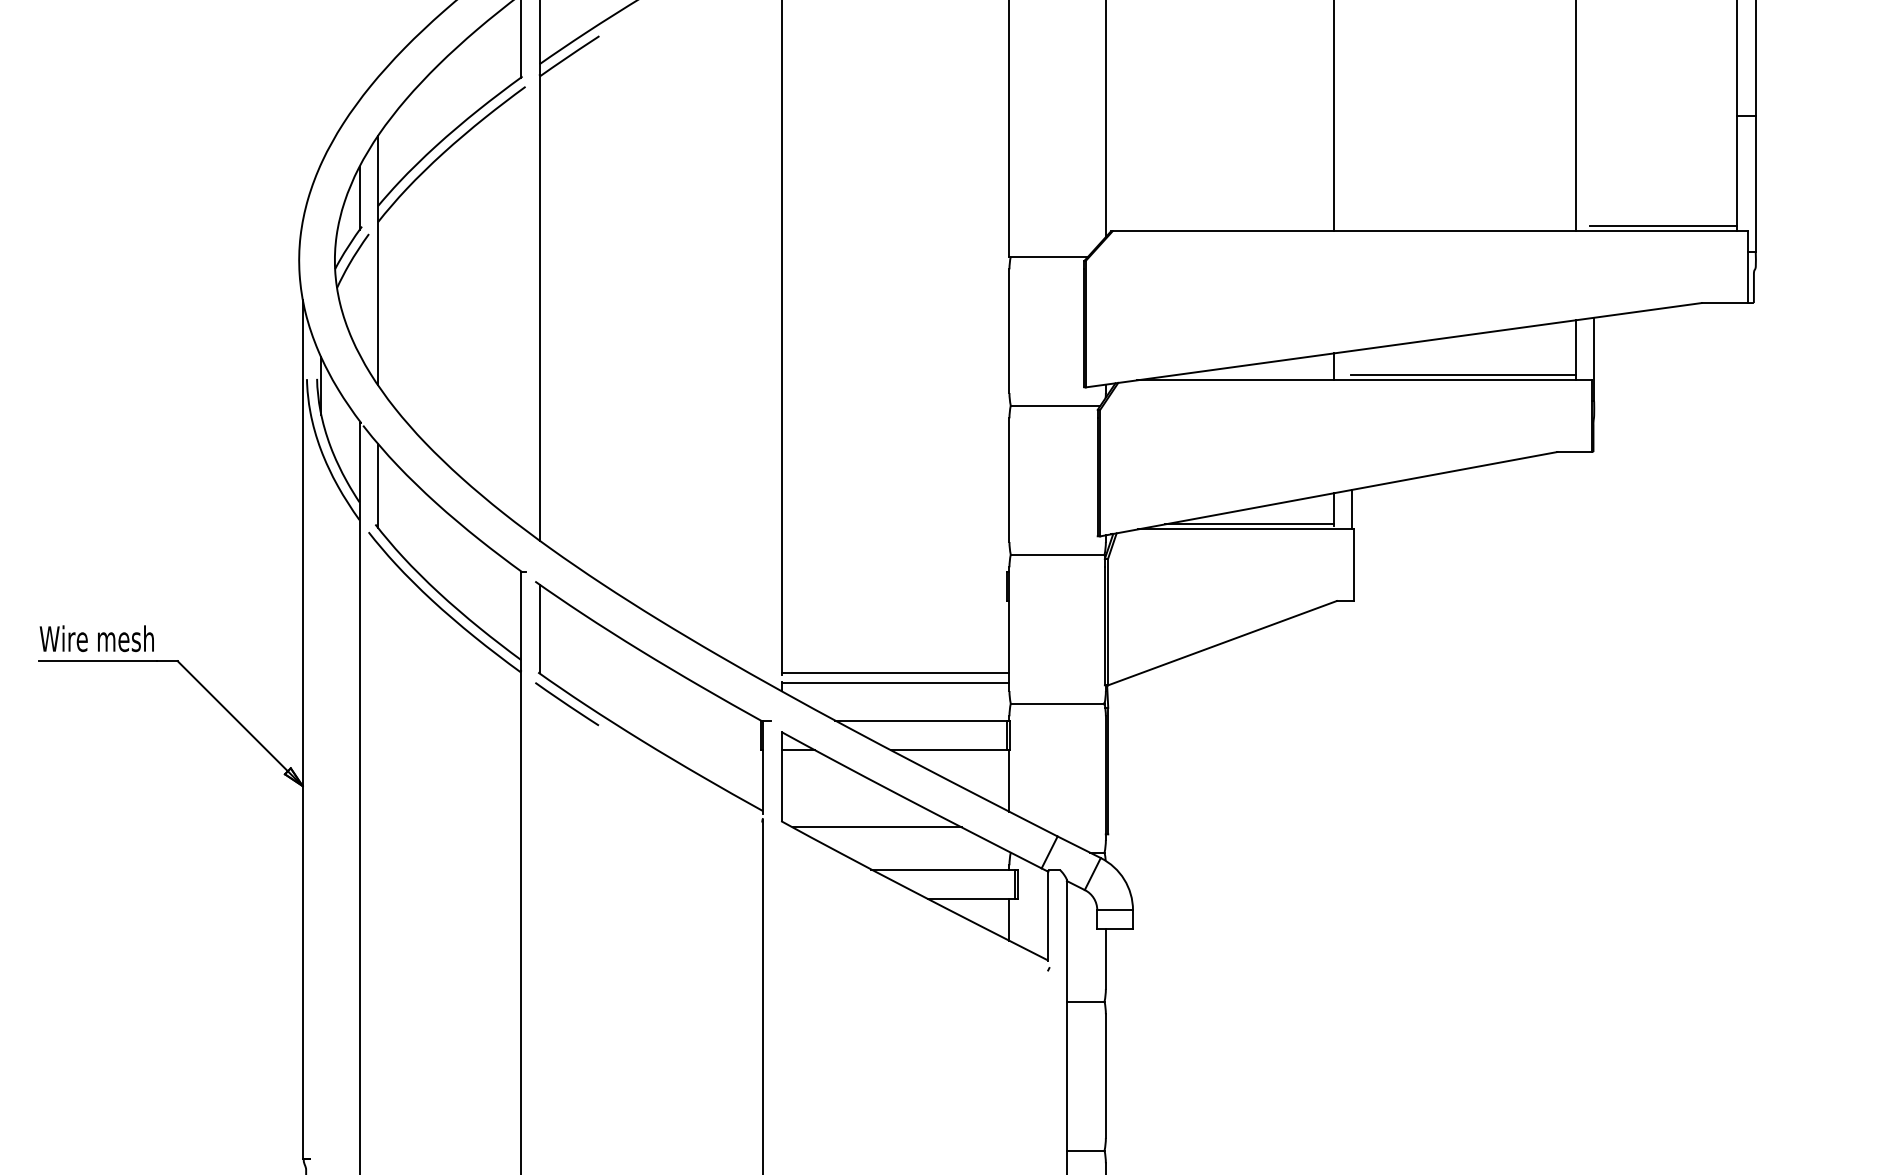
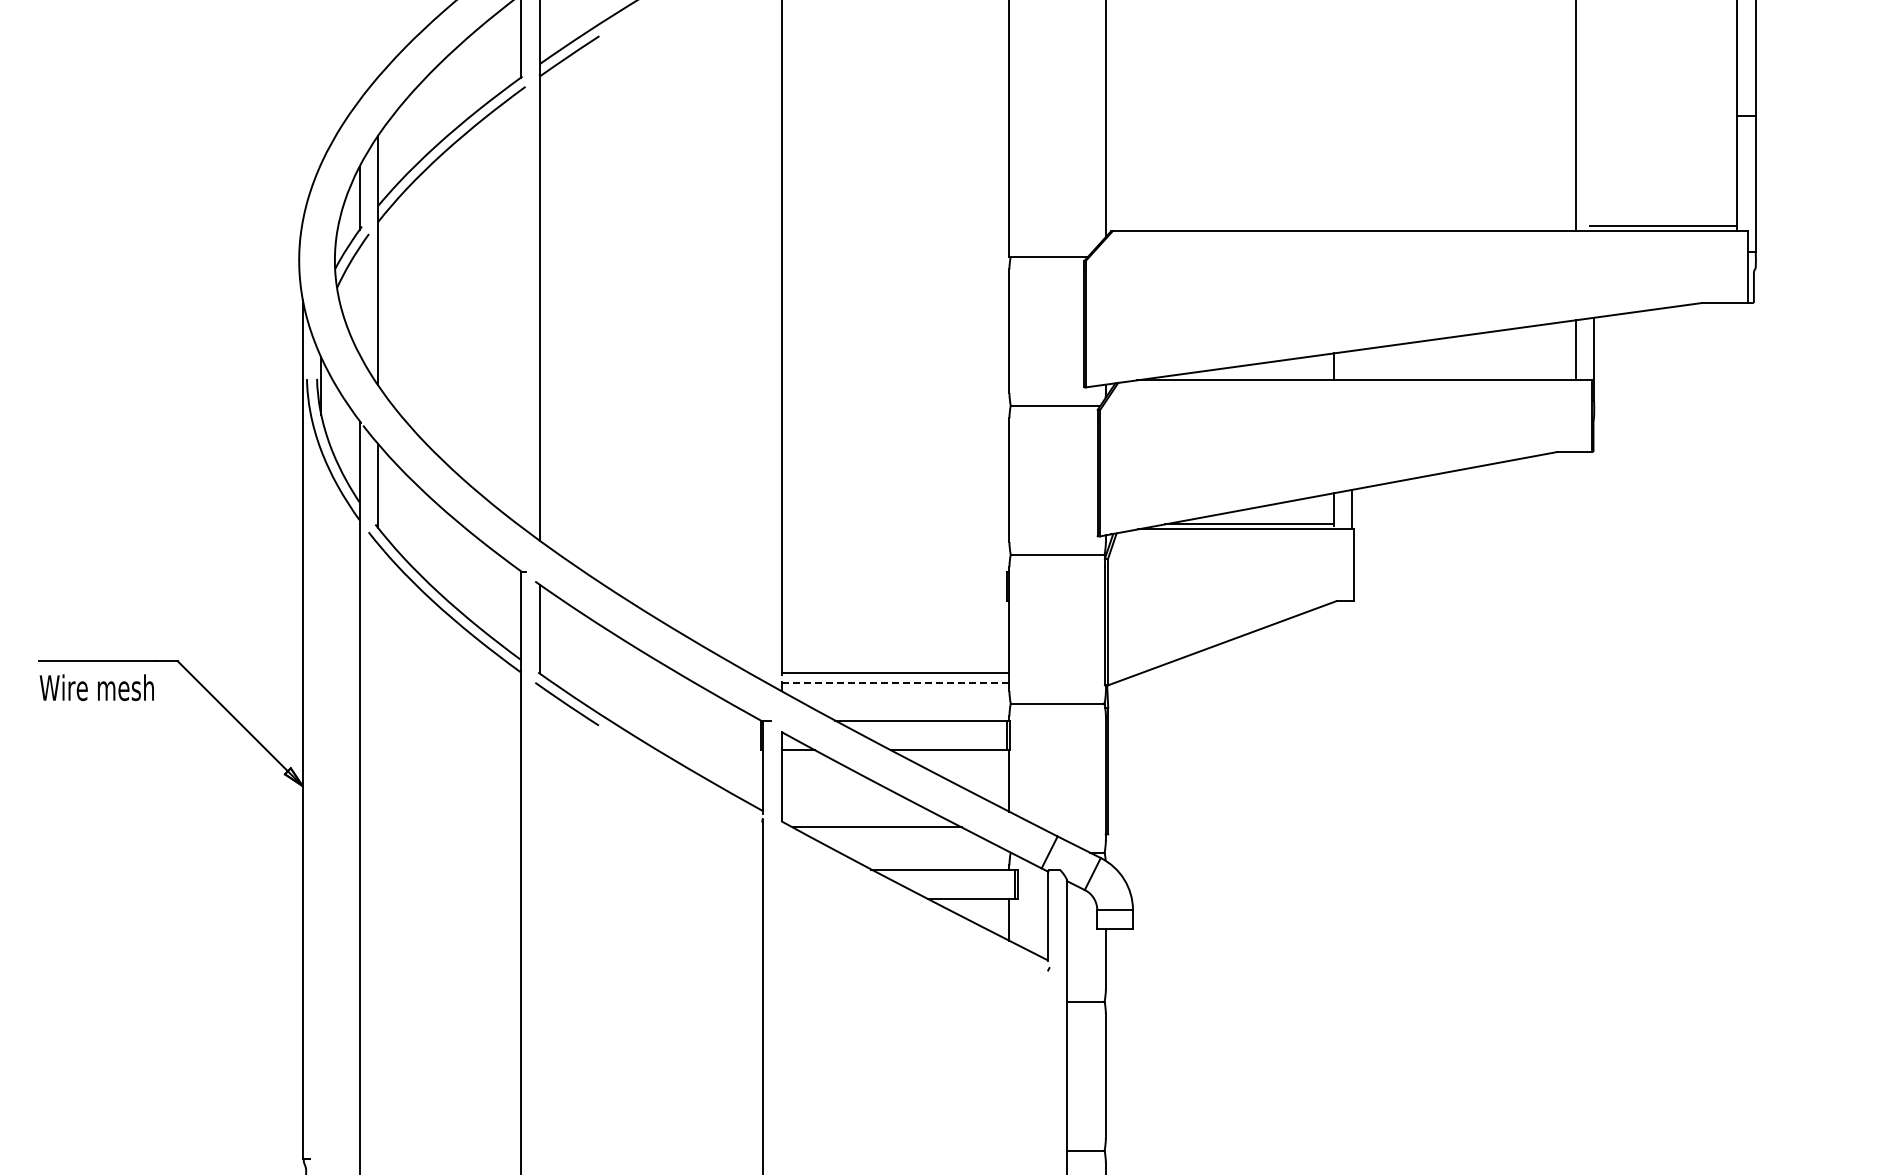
line at (1333, 116): present -> none
line at (1462, 375): present -> none
text at (96, 638) position: (96, 638) -> (96, 687)
line at (895, 683): solid -> dashed
